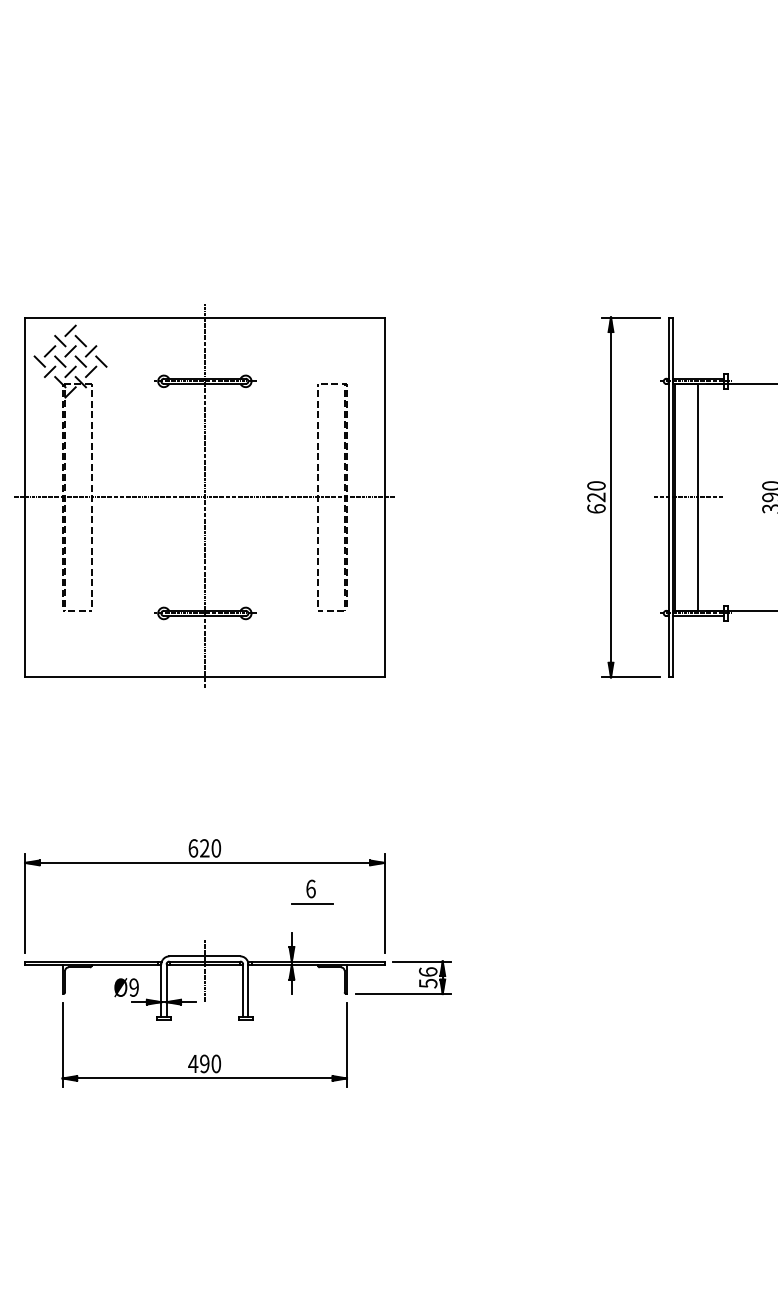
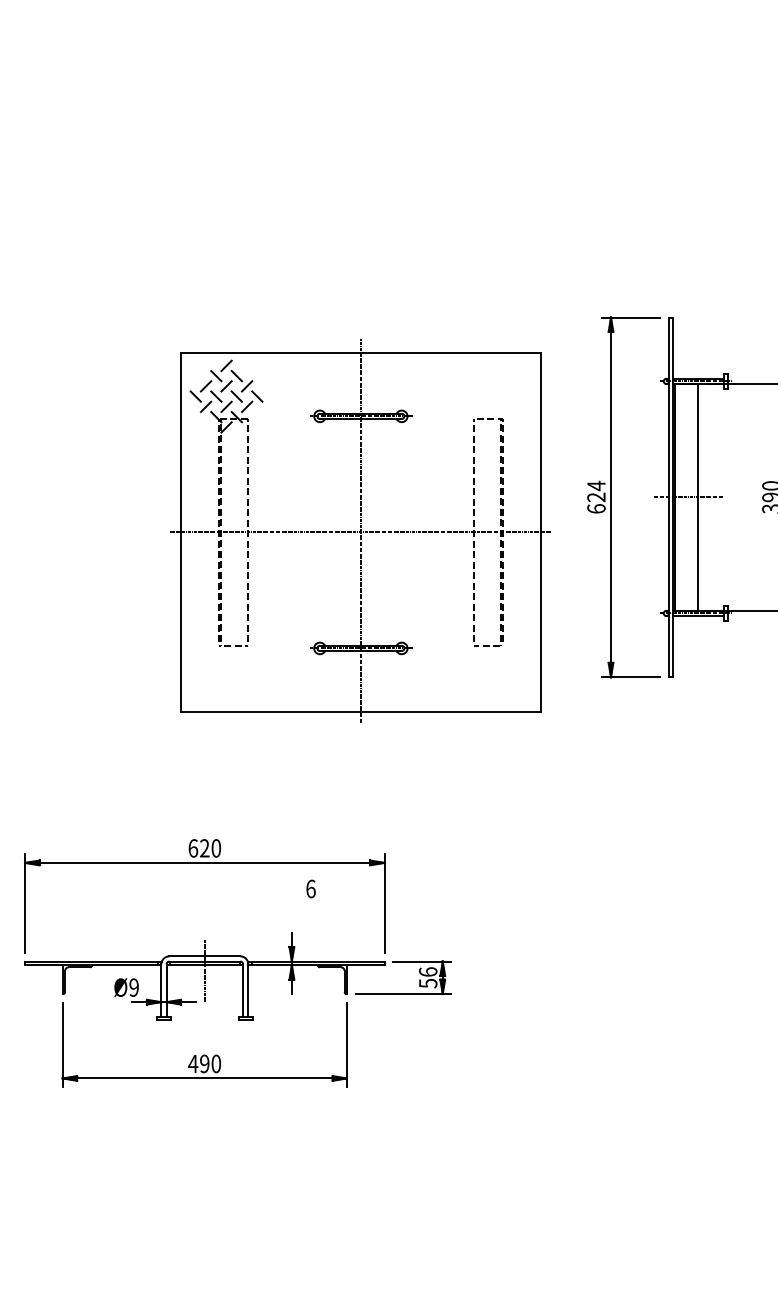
text at (596, 485): 620 -> 624
part at (204, 495) position: (204, 495) -> (360, 530)
line at (311, 903): present -> none
